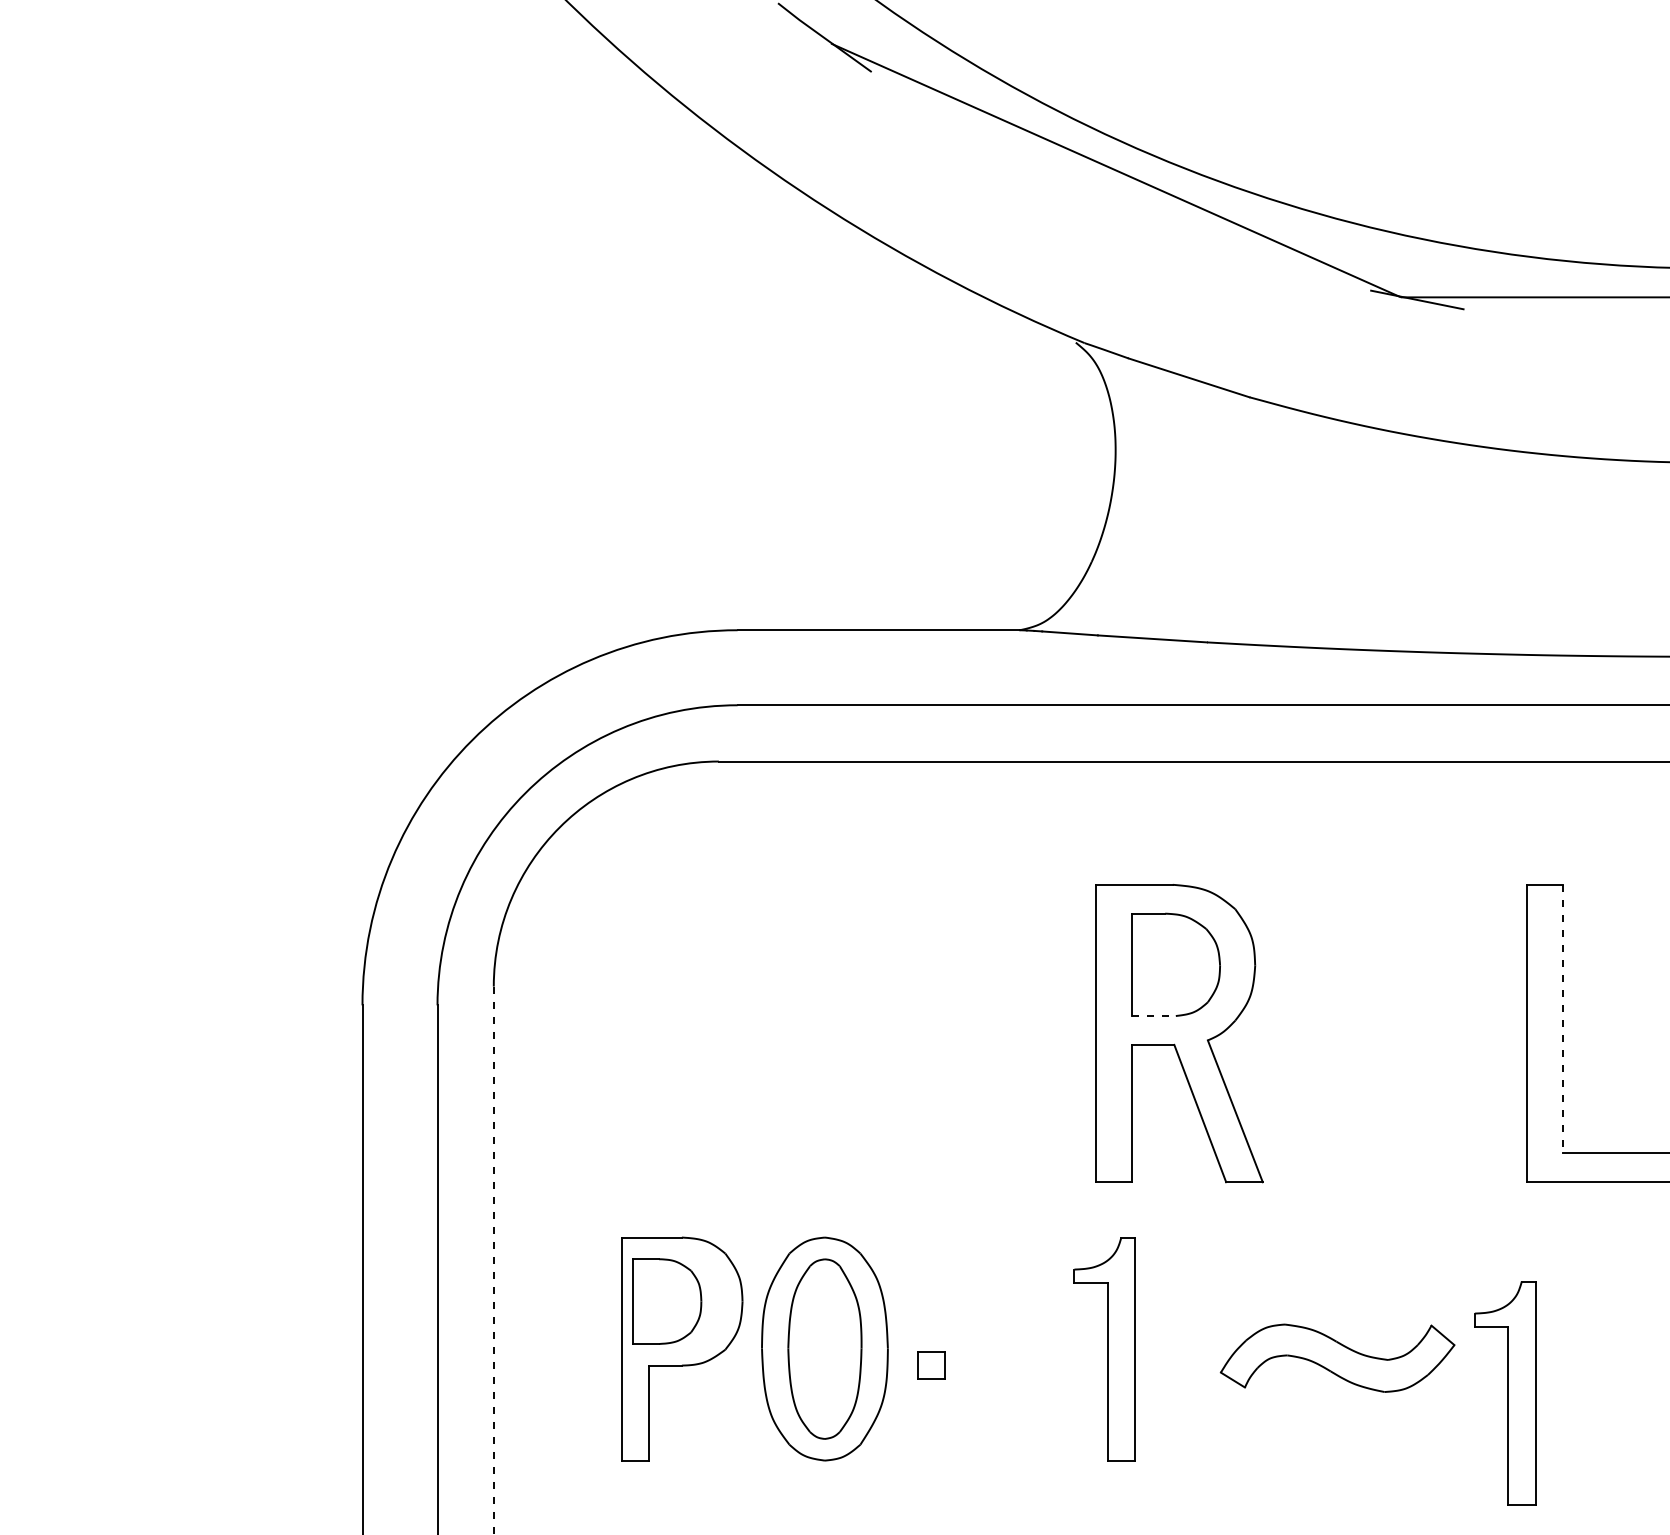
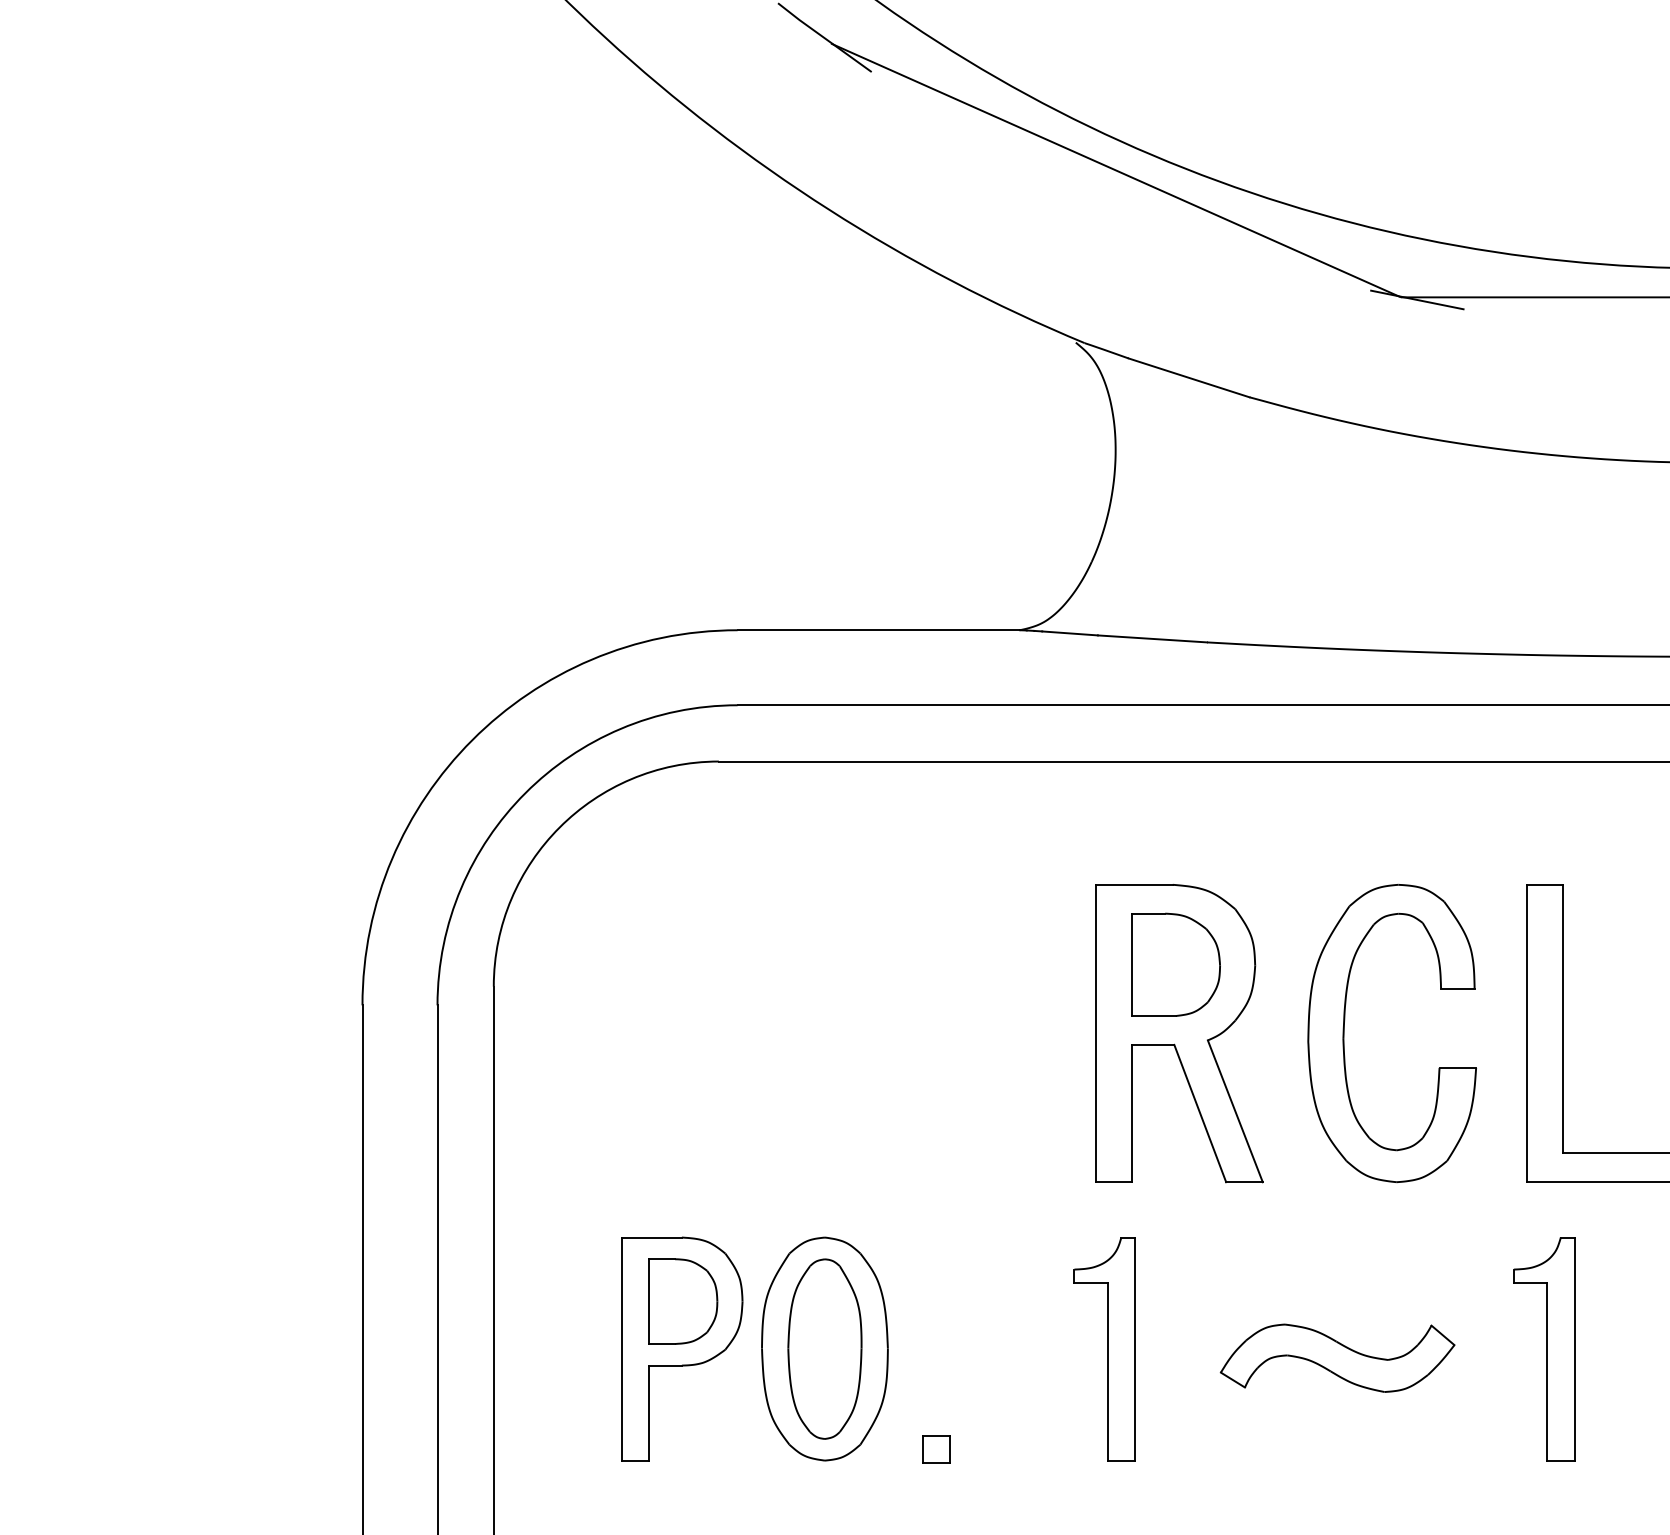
line at (1154, 1016): dashed -> solid
line at (1562, 1019): dashed -> solid
part at (1344, 1033): none -> present
line at (493, 1260): dashed -> solid
part at (667, 1301) position: (667, 1301) -> (683, 1301)
part at (931, 1365) position: (931, 1365) -> (936, 1449)
part at (1505, 1393) position: (1505, 1393) -> (1544, 1349)
